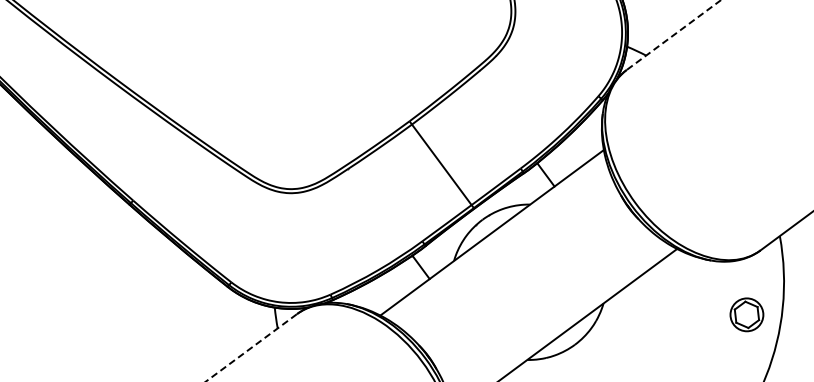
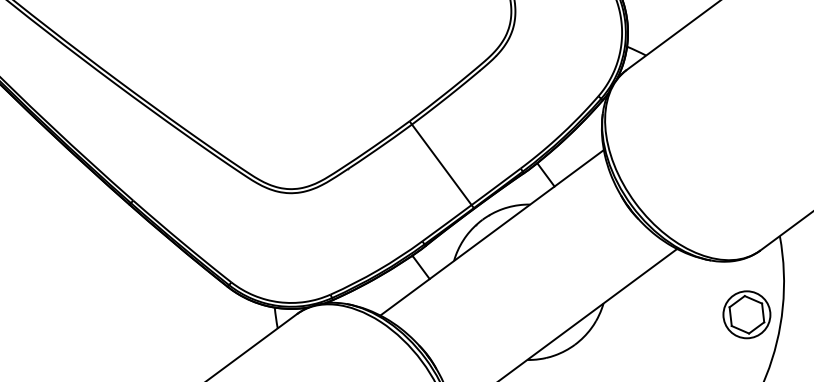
line at (673, 35): dashed -> solid
part at (746, 314) size: 36x36 px -> 50x50 px
line at (251, 347): dashed -> solid
